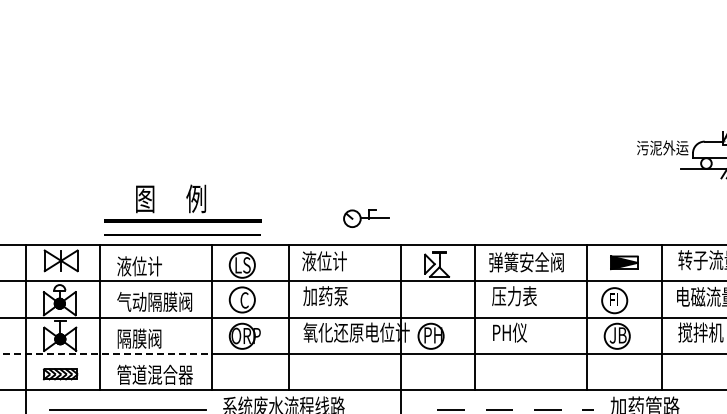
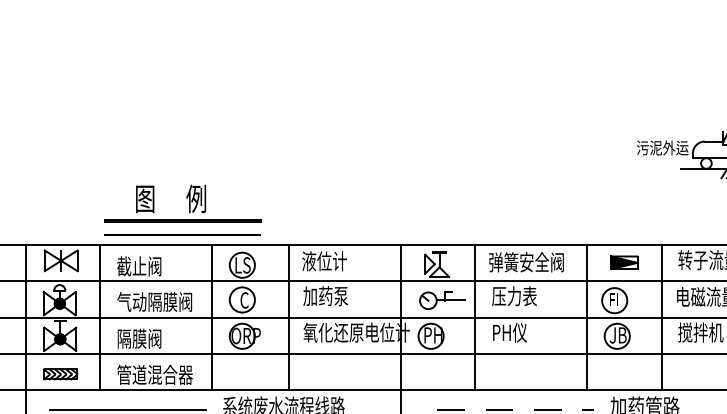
part at (366, 218) position: (366, 218) -> (442, 300)
text at (139, 266): 液位计 -> 截止阀
line at (106, 353): dashed -> solid
